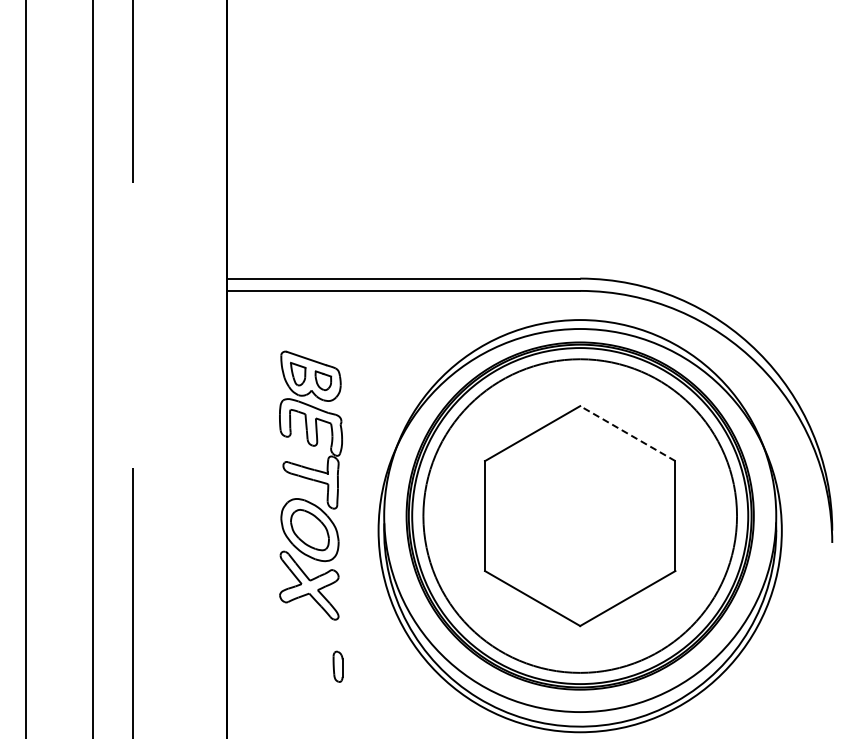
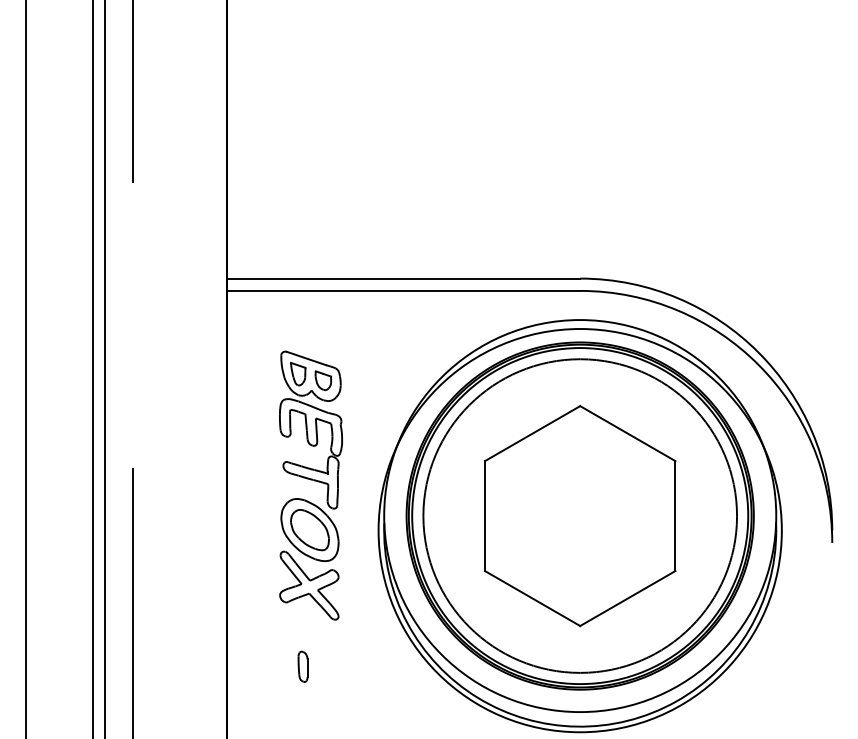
line at (104, 368): none -> present
line at (627, 433): dashed -> solid
part at (337, 666) position: (337, 666) -> (302, 666)
